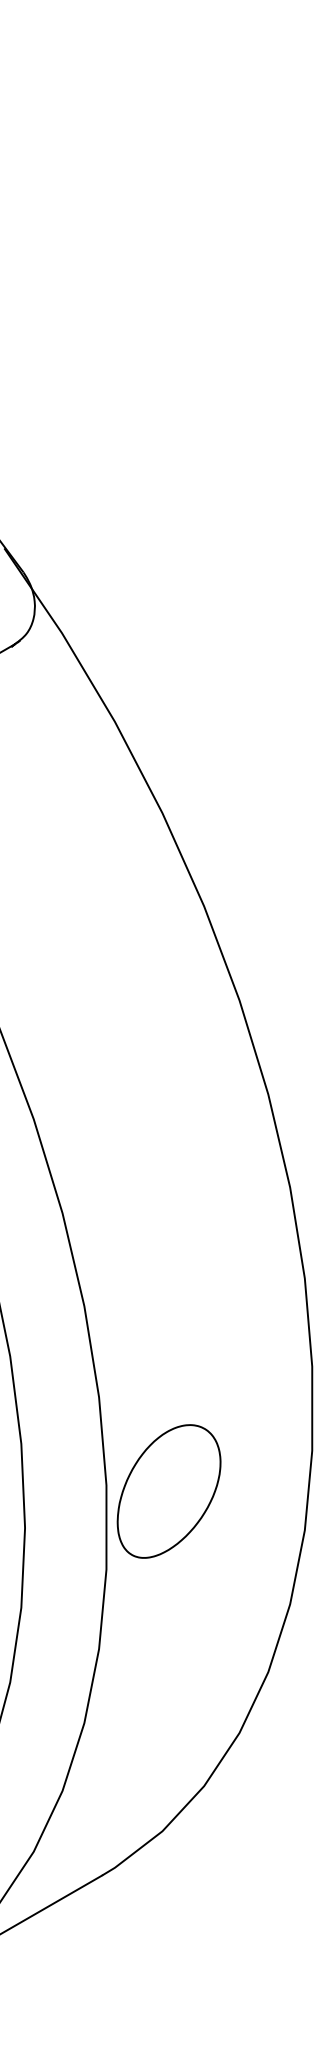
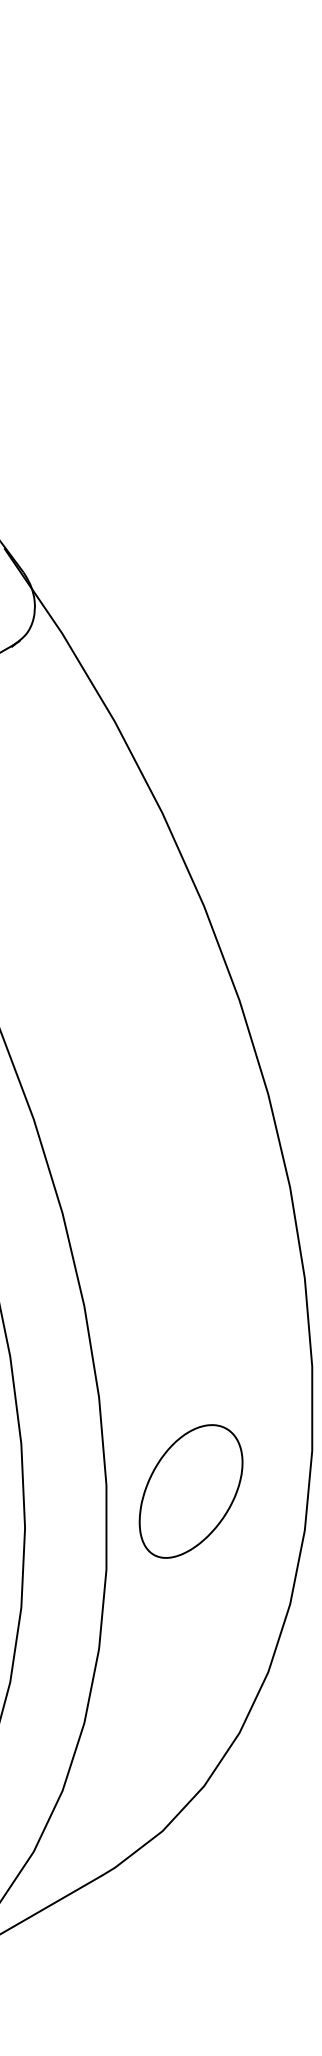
part at (168, 1491) position: (168, 1491) -> (190, 1491)
